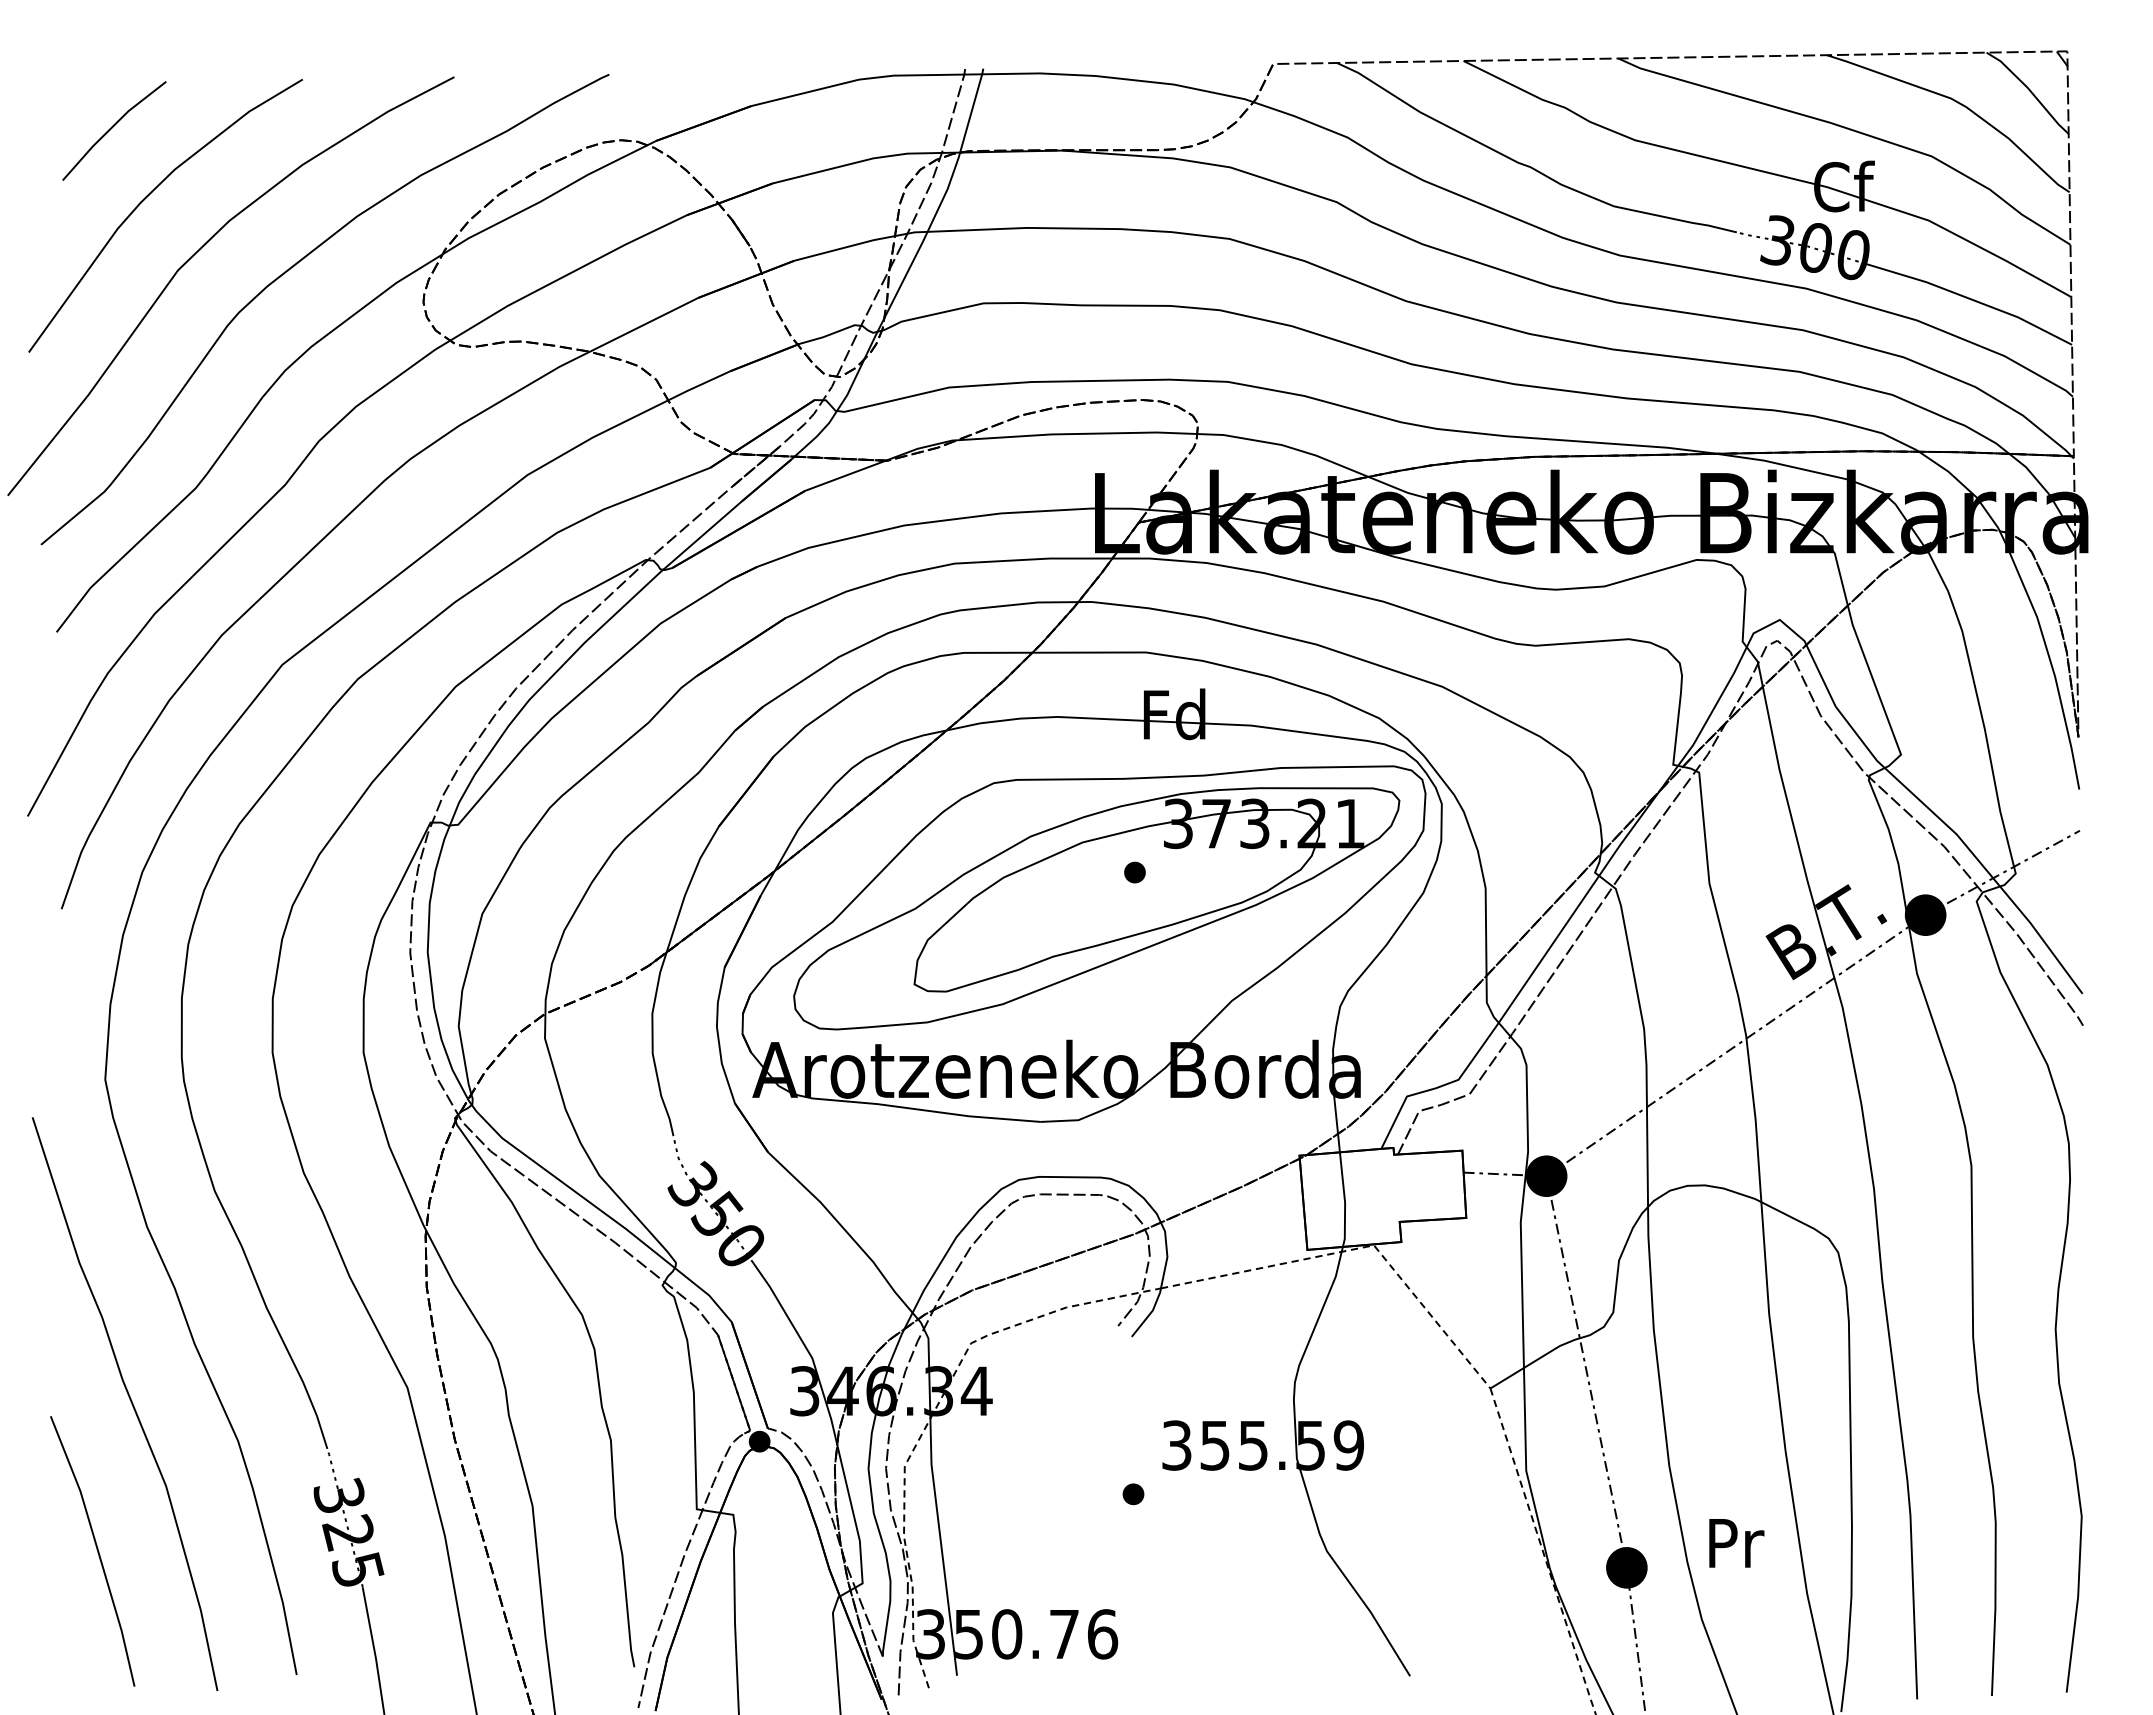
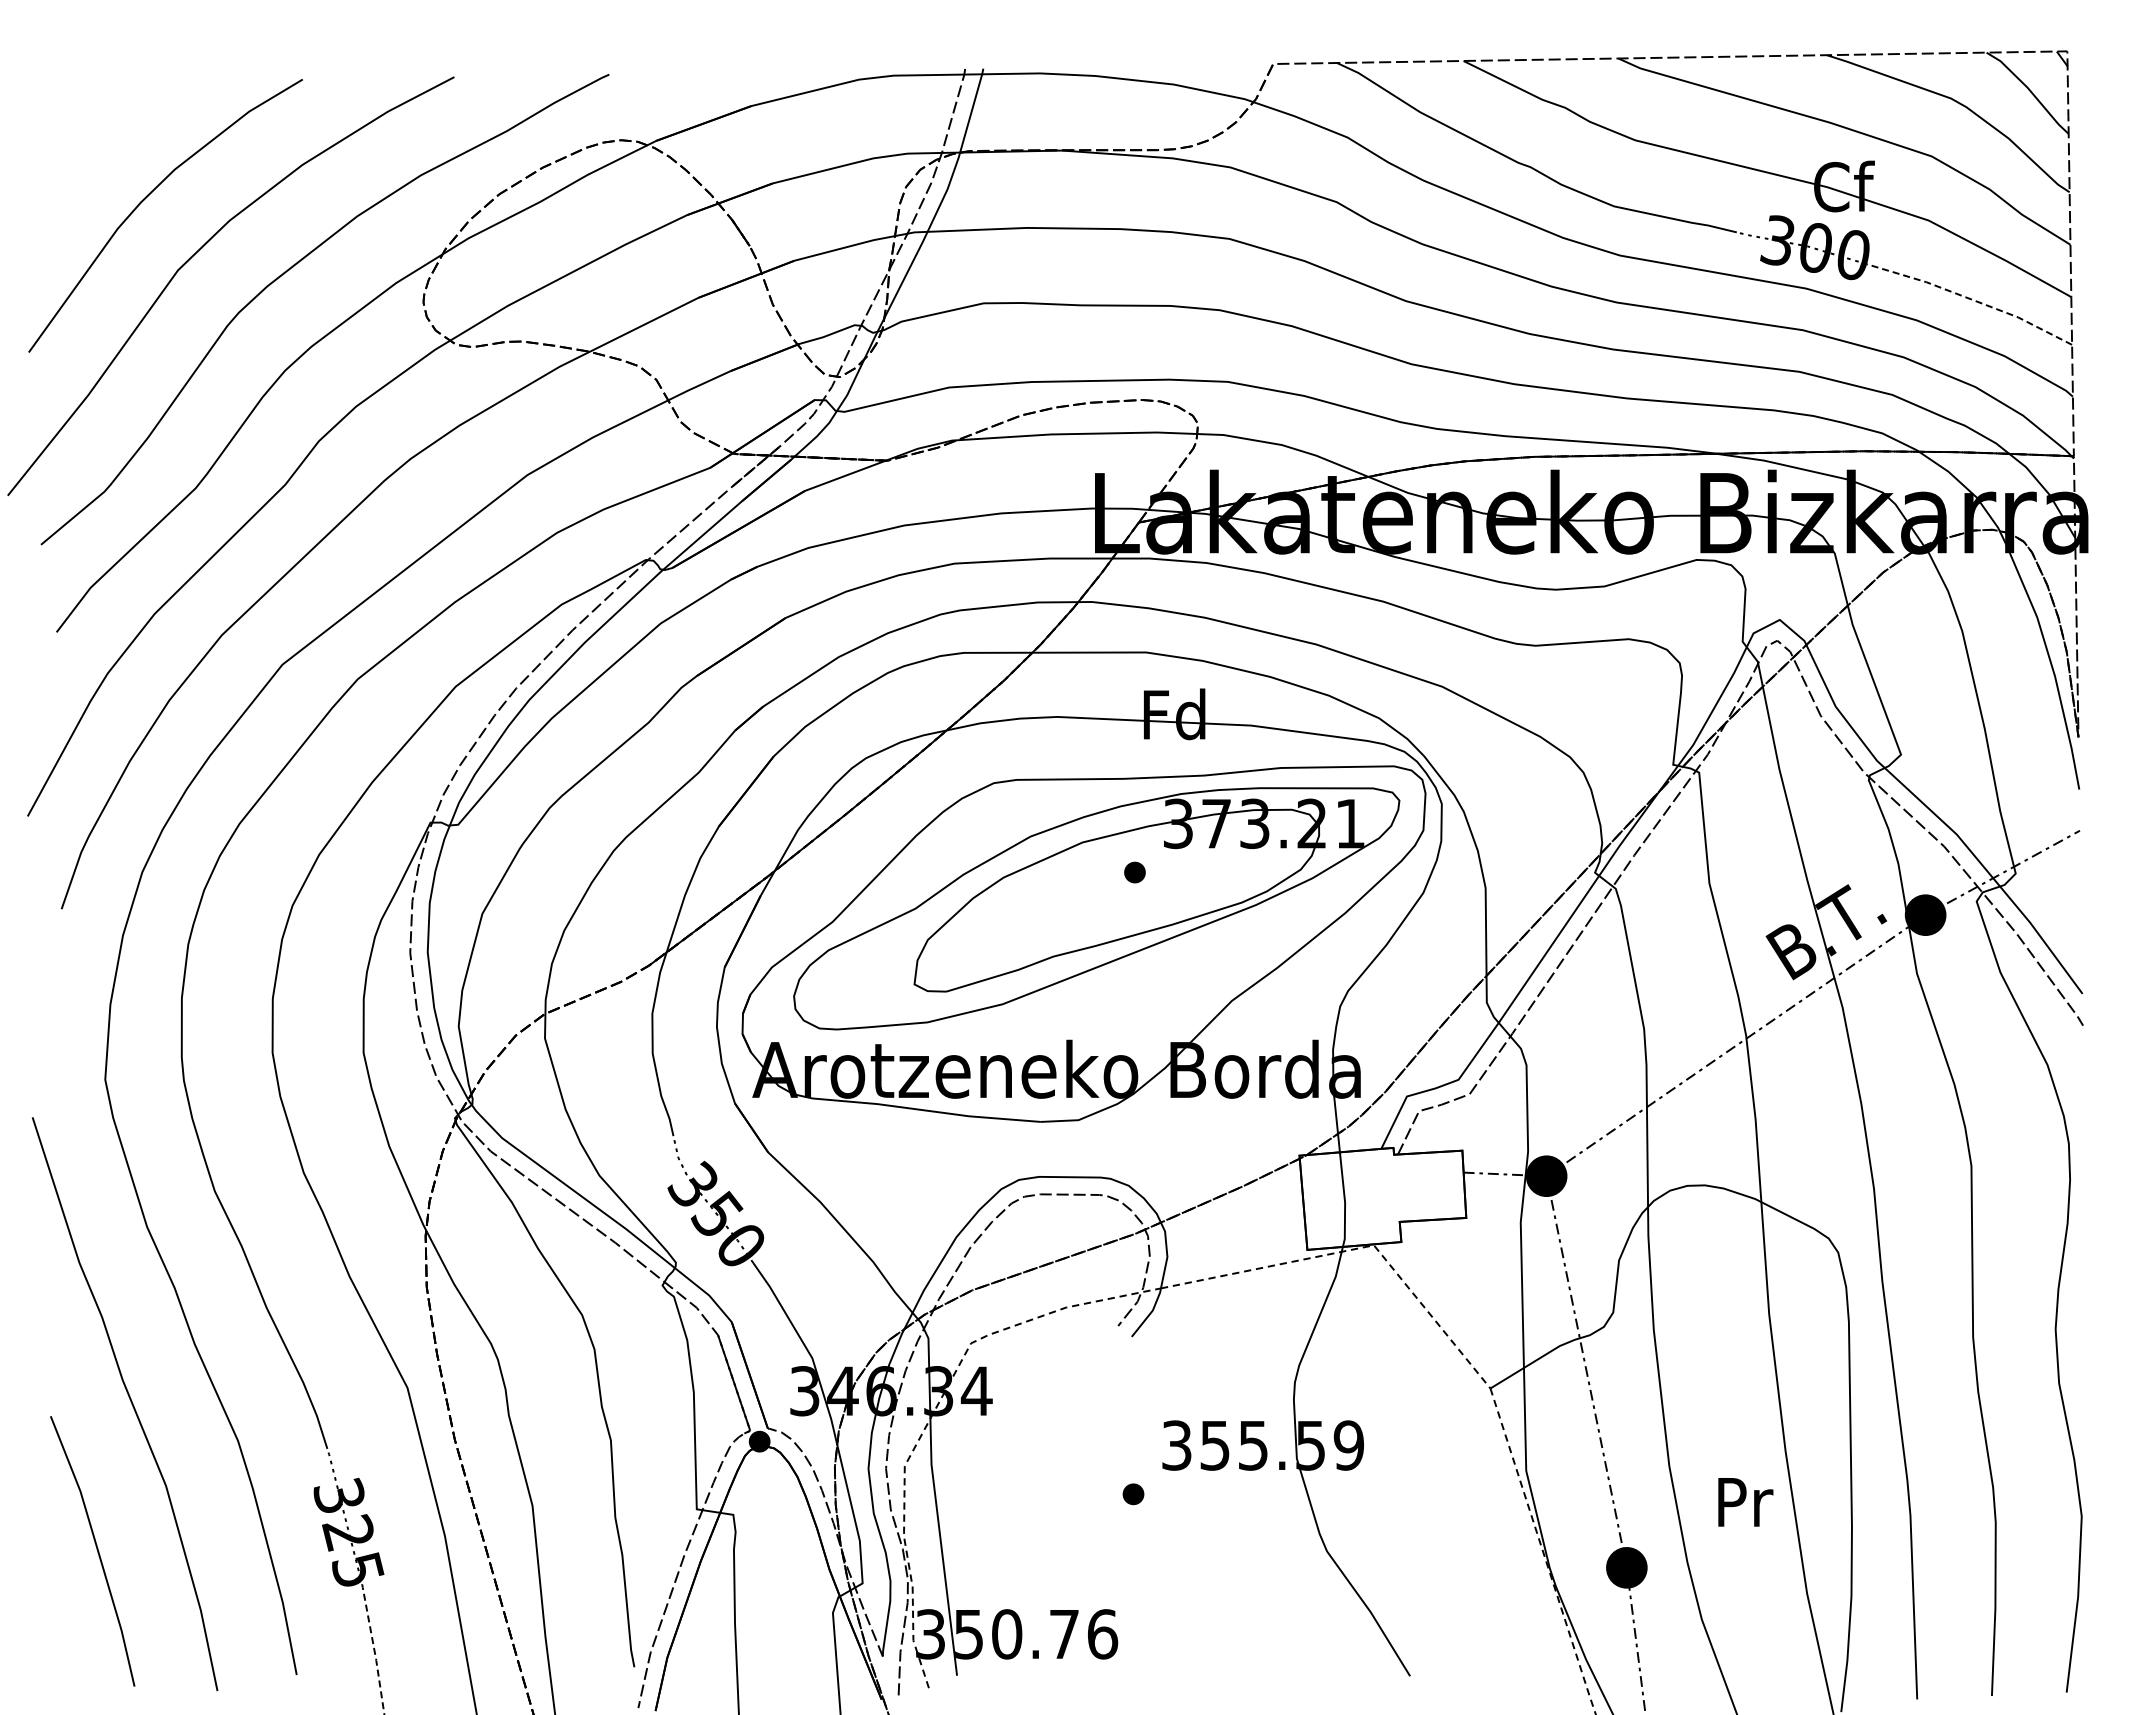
line at (112, 128): present -> none
line at (1971, 299): solid -> dashed
text at (1736, 1543) position: (1736, 1543) -> (1745, 1502)
line at (374, 1652): solid -> dashed
